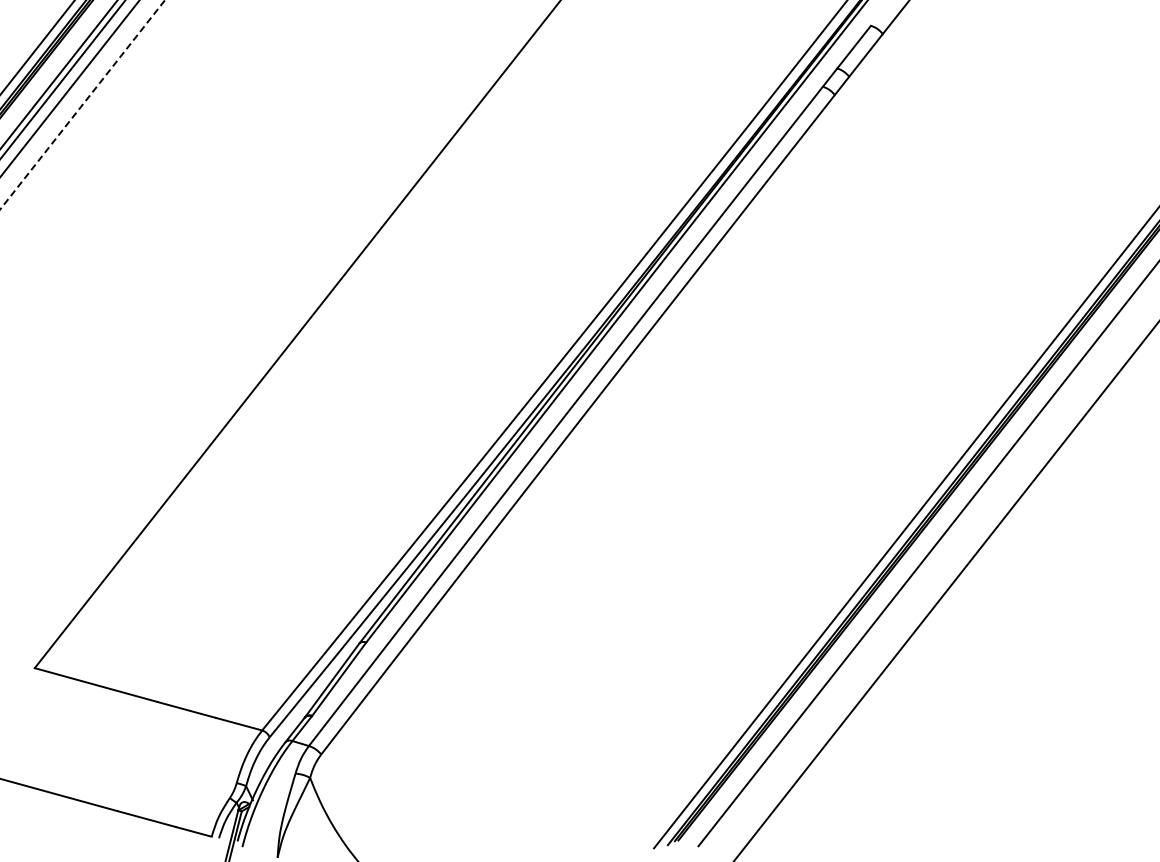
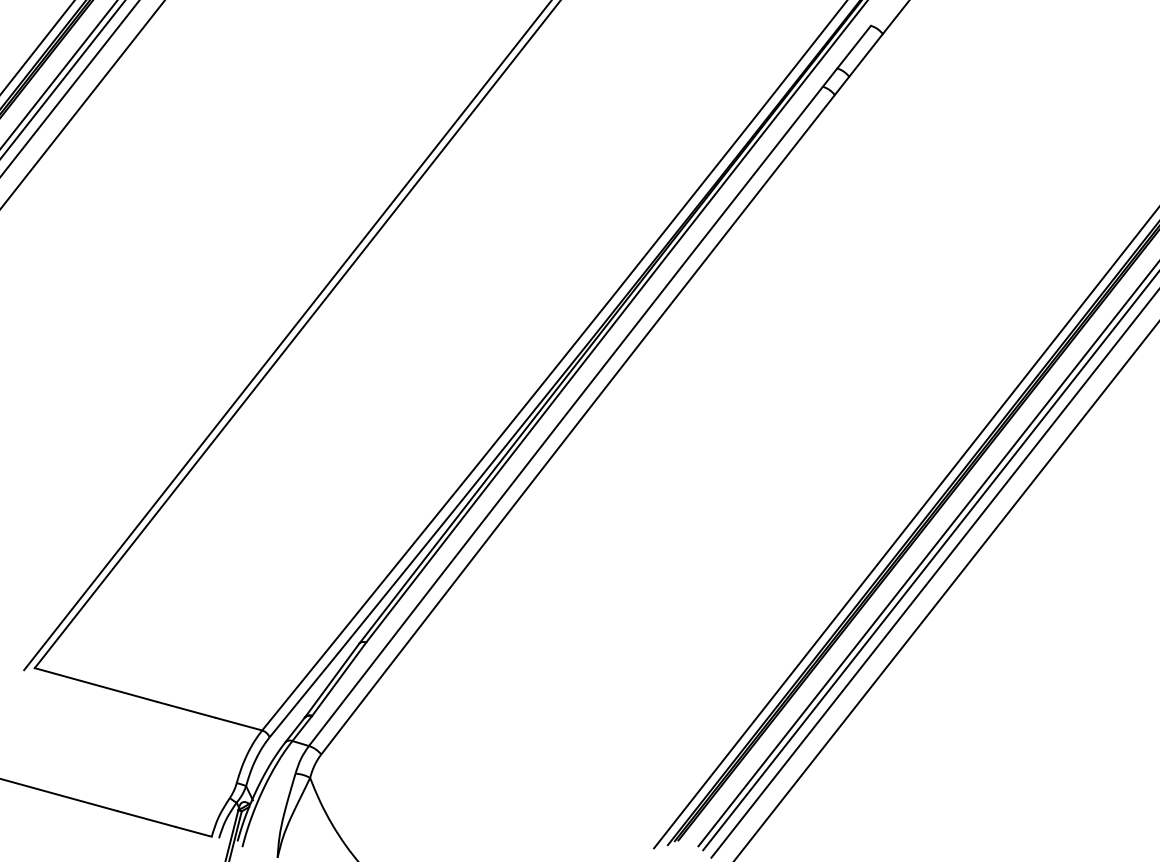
line at (82, 104): dashed -> solid
line at (286, 336): none -> present
line at (929, 562): none -> present
line at (933, 574): none -> present
